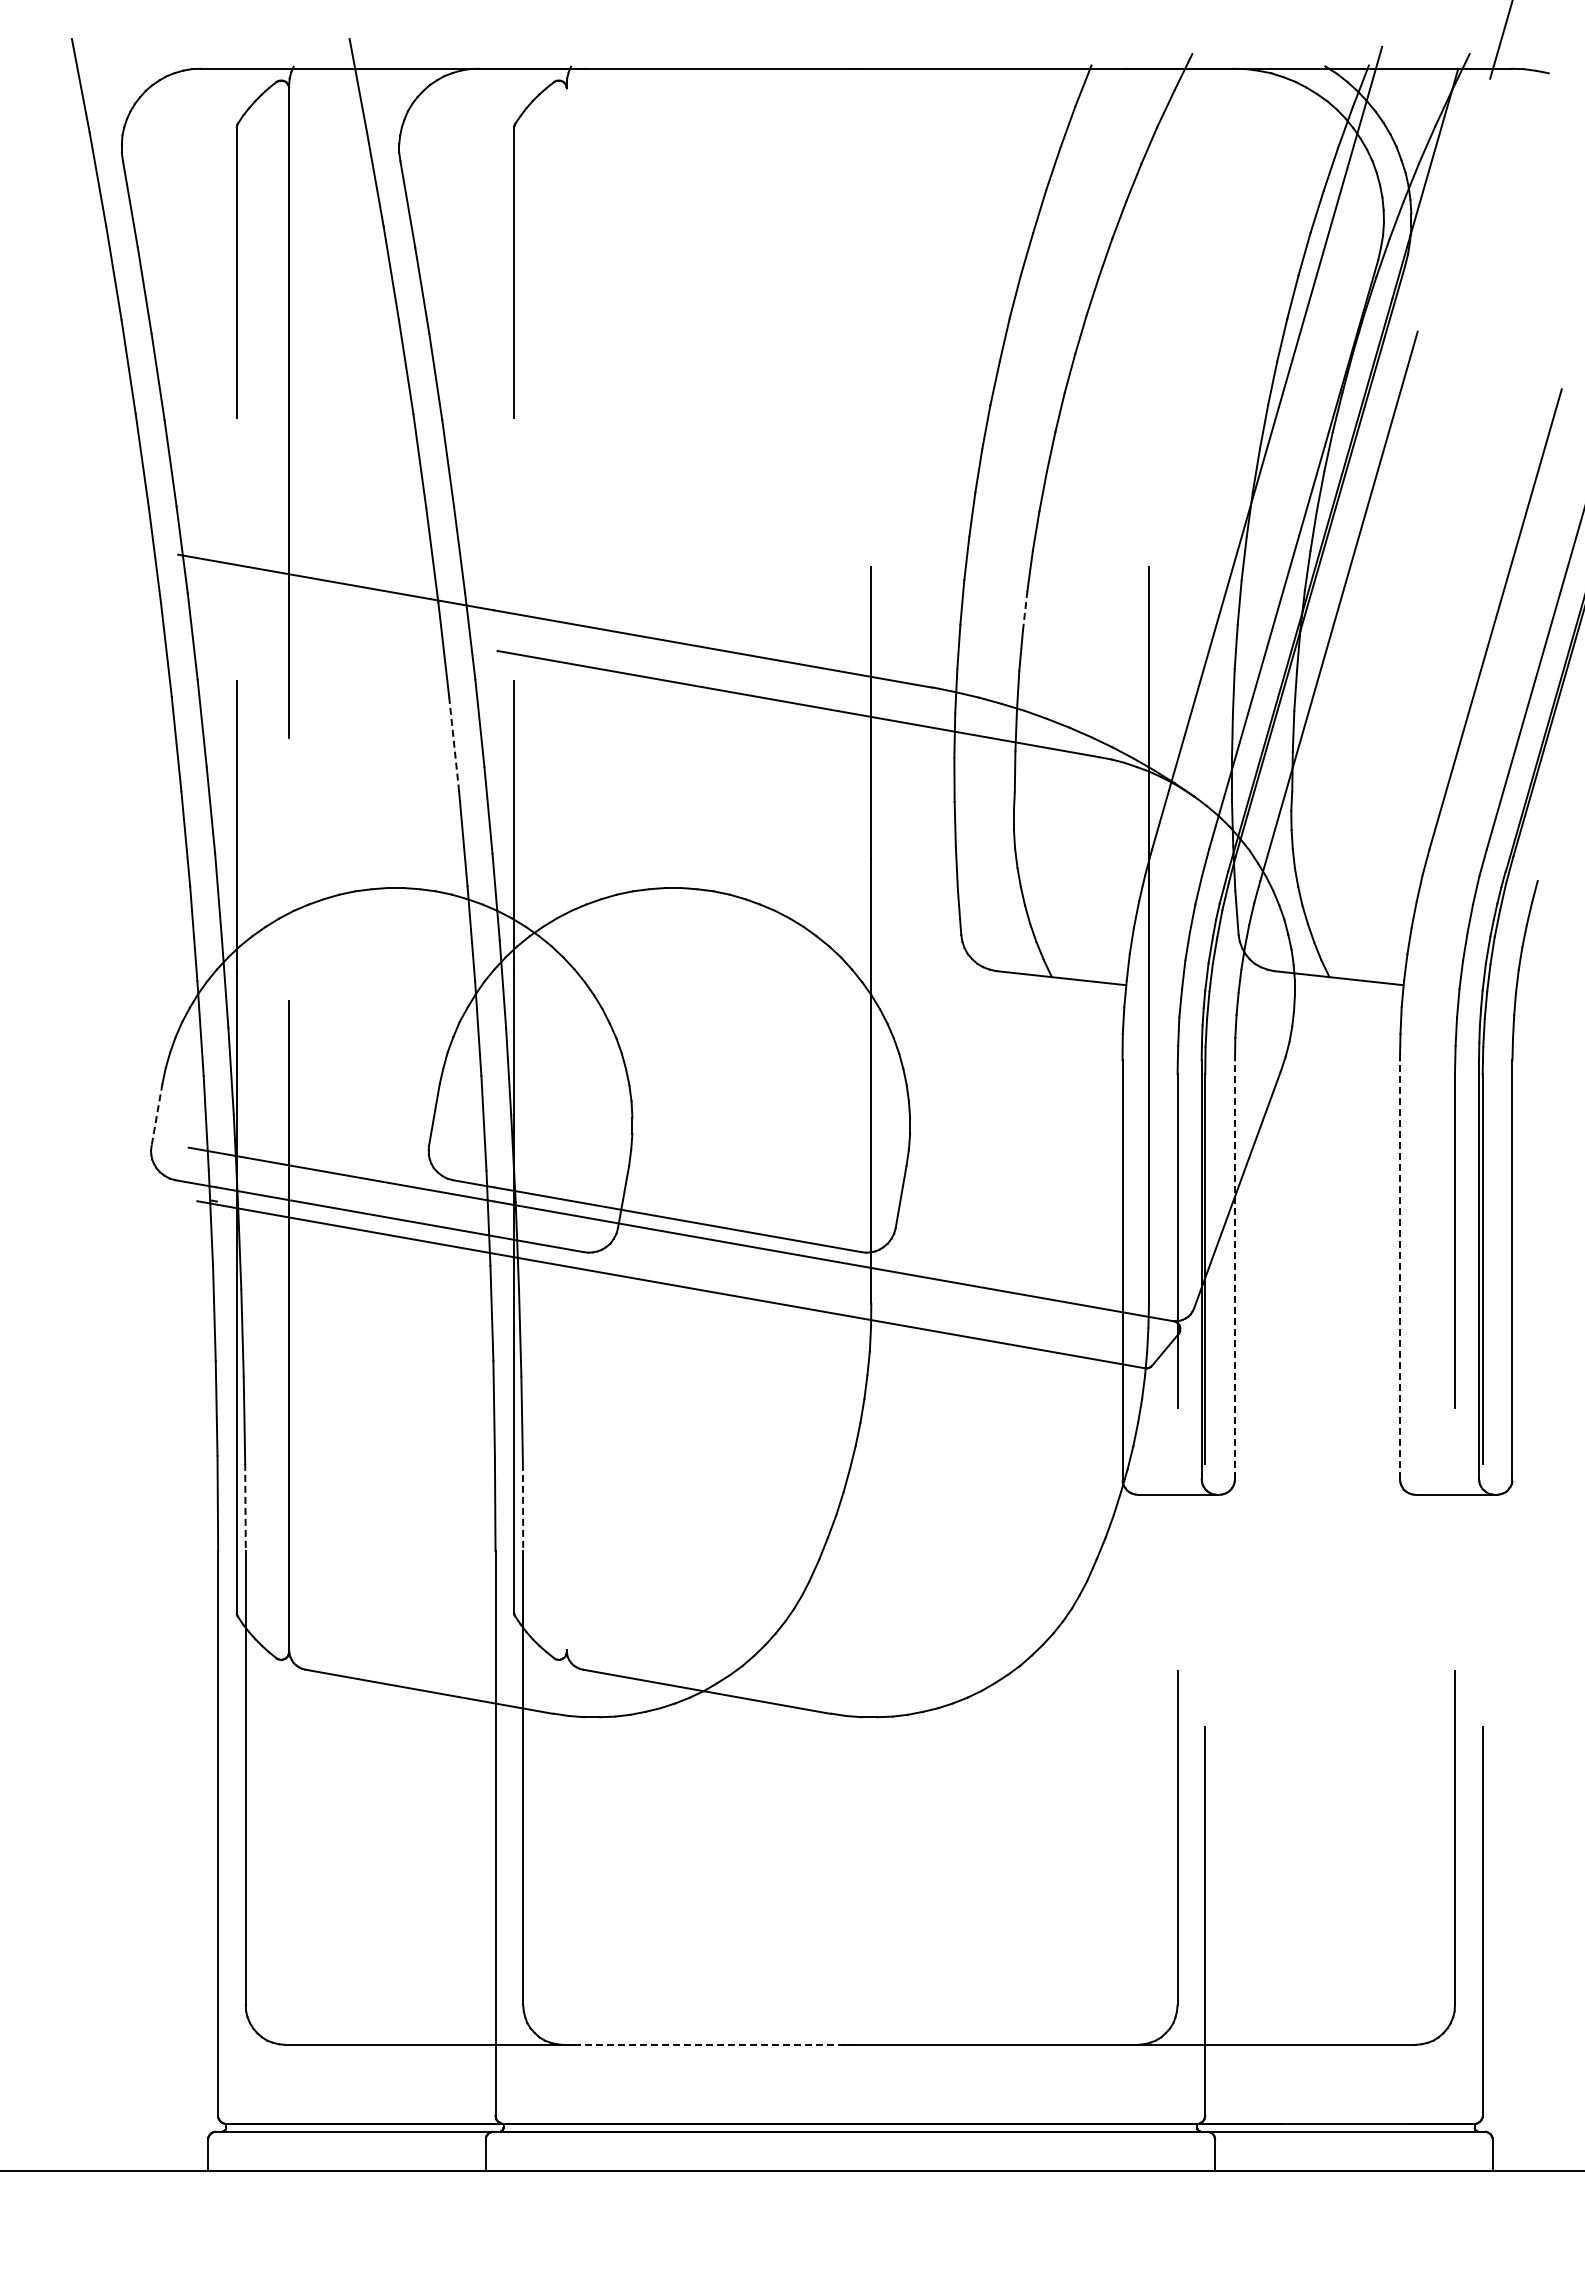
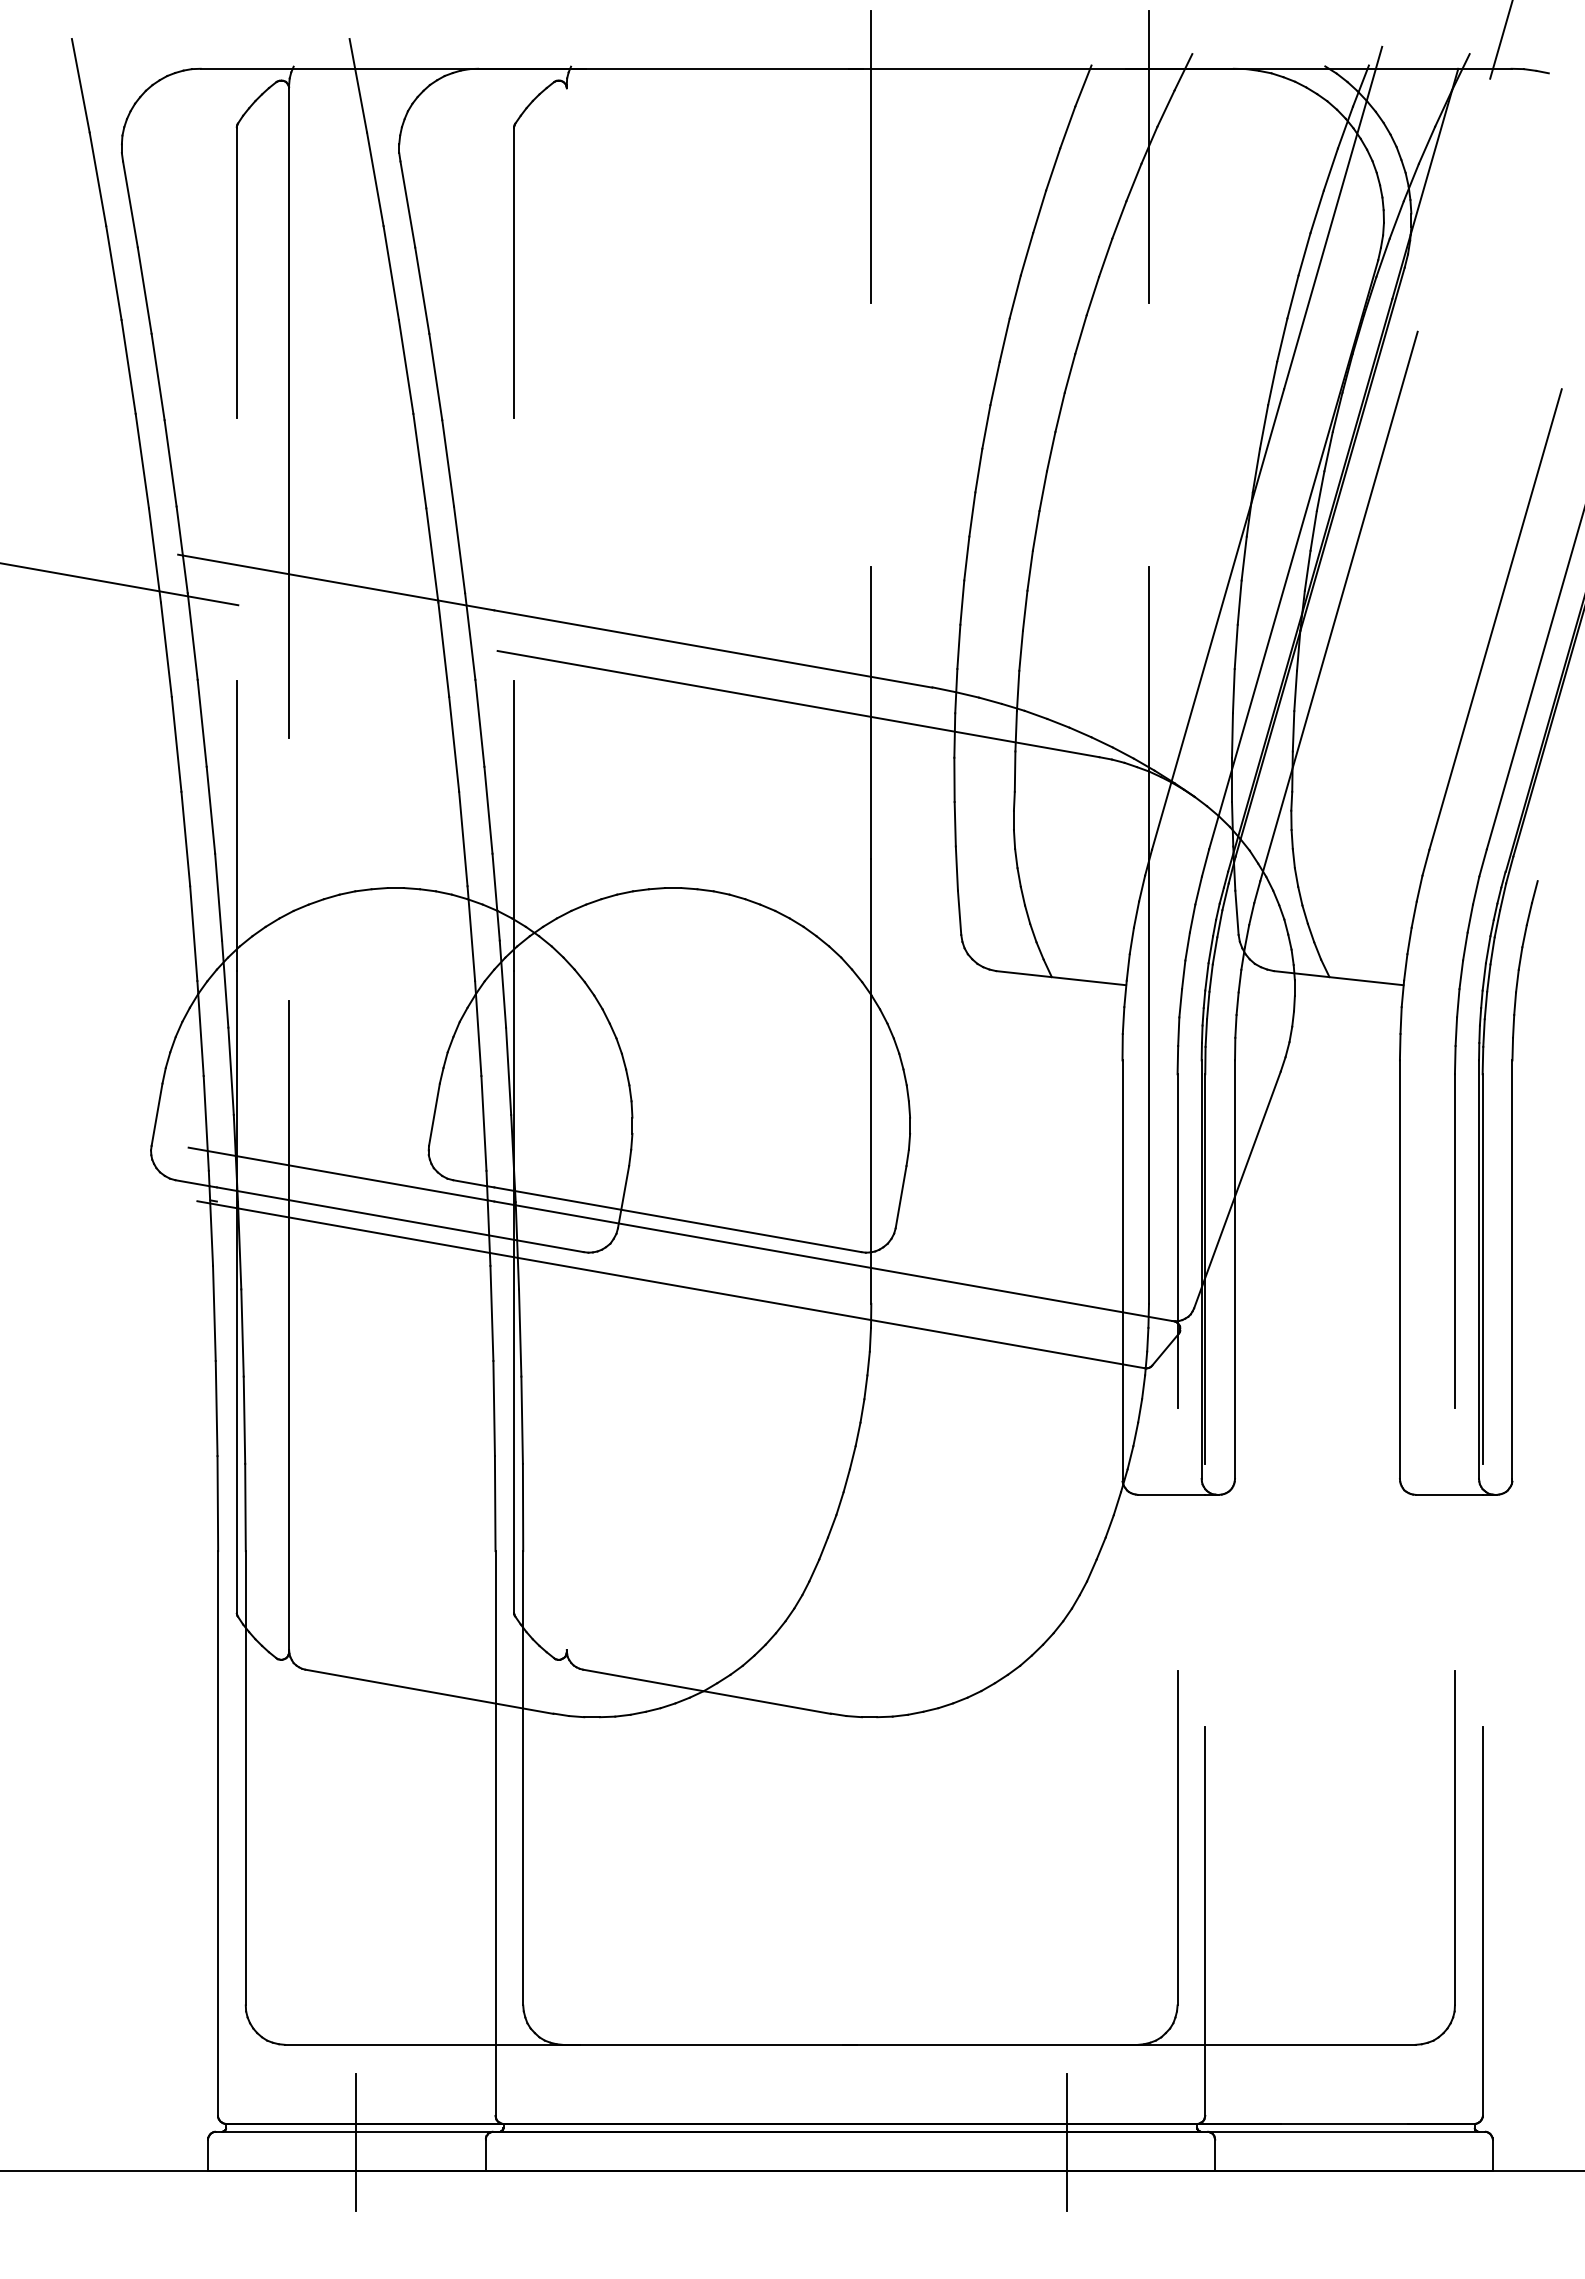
line at (871, 157): none -> present
line at (1149, 157): none -> present
line at (120, 584): none -> present
line at (1025, 610): dashed -> solid
line at (454, 744): dashed -> solid
line at (157, 1114): dashed -> solid
line at (1235, 1269): dashed -> solid
line at (1399, 1269): dashed -> solid
line at (245, 1507): dashed -> solid
line at (523, 1507): dashed -> solid
line at (710, 2044): dashed -> solid
line at (356, 2142): none -> present
line at (1066, 2142): none -> present
